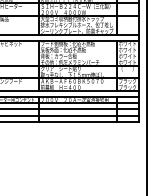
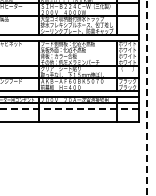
line at (146, 98): solid -> dashed
line at (69, 109): solid -> dashed
line at (70, 115): present -> none
